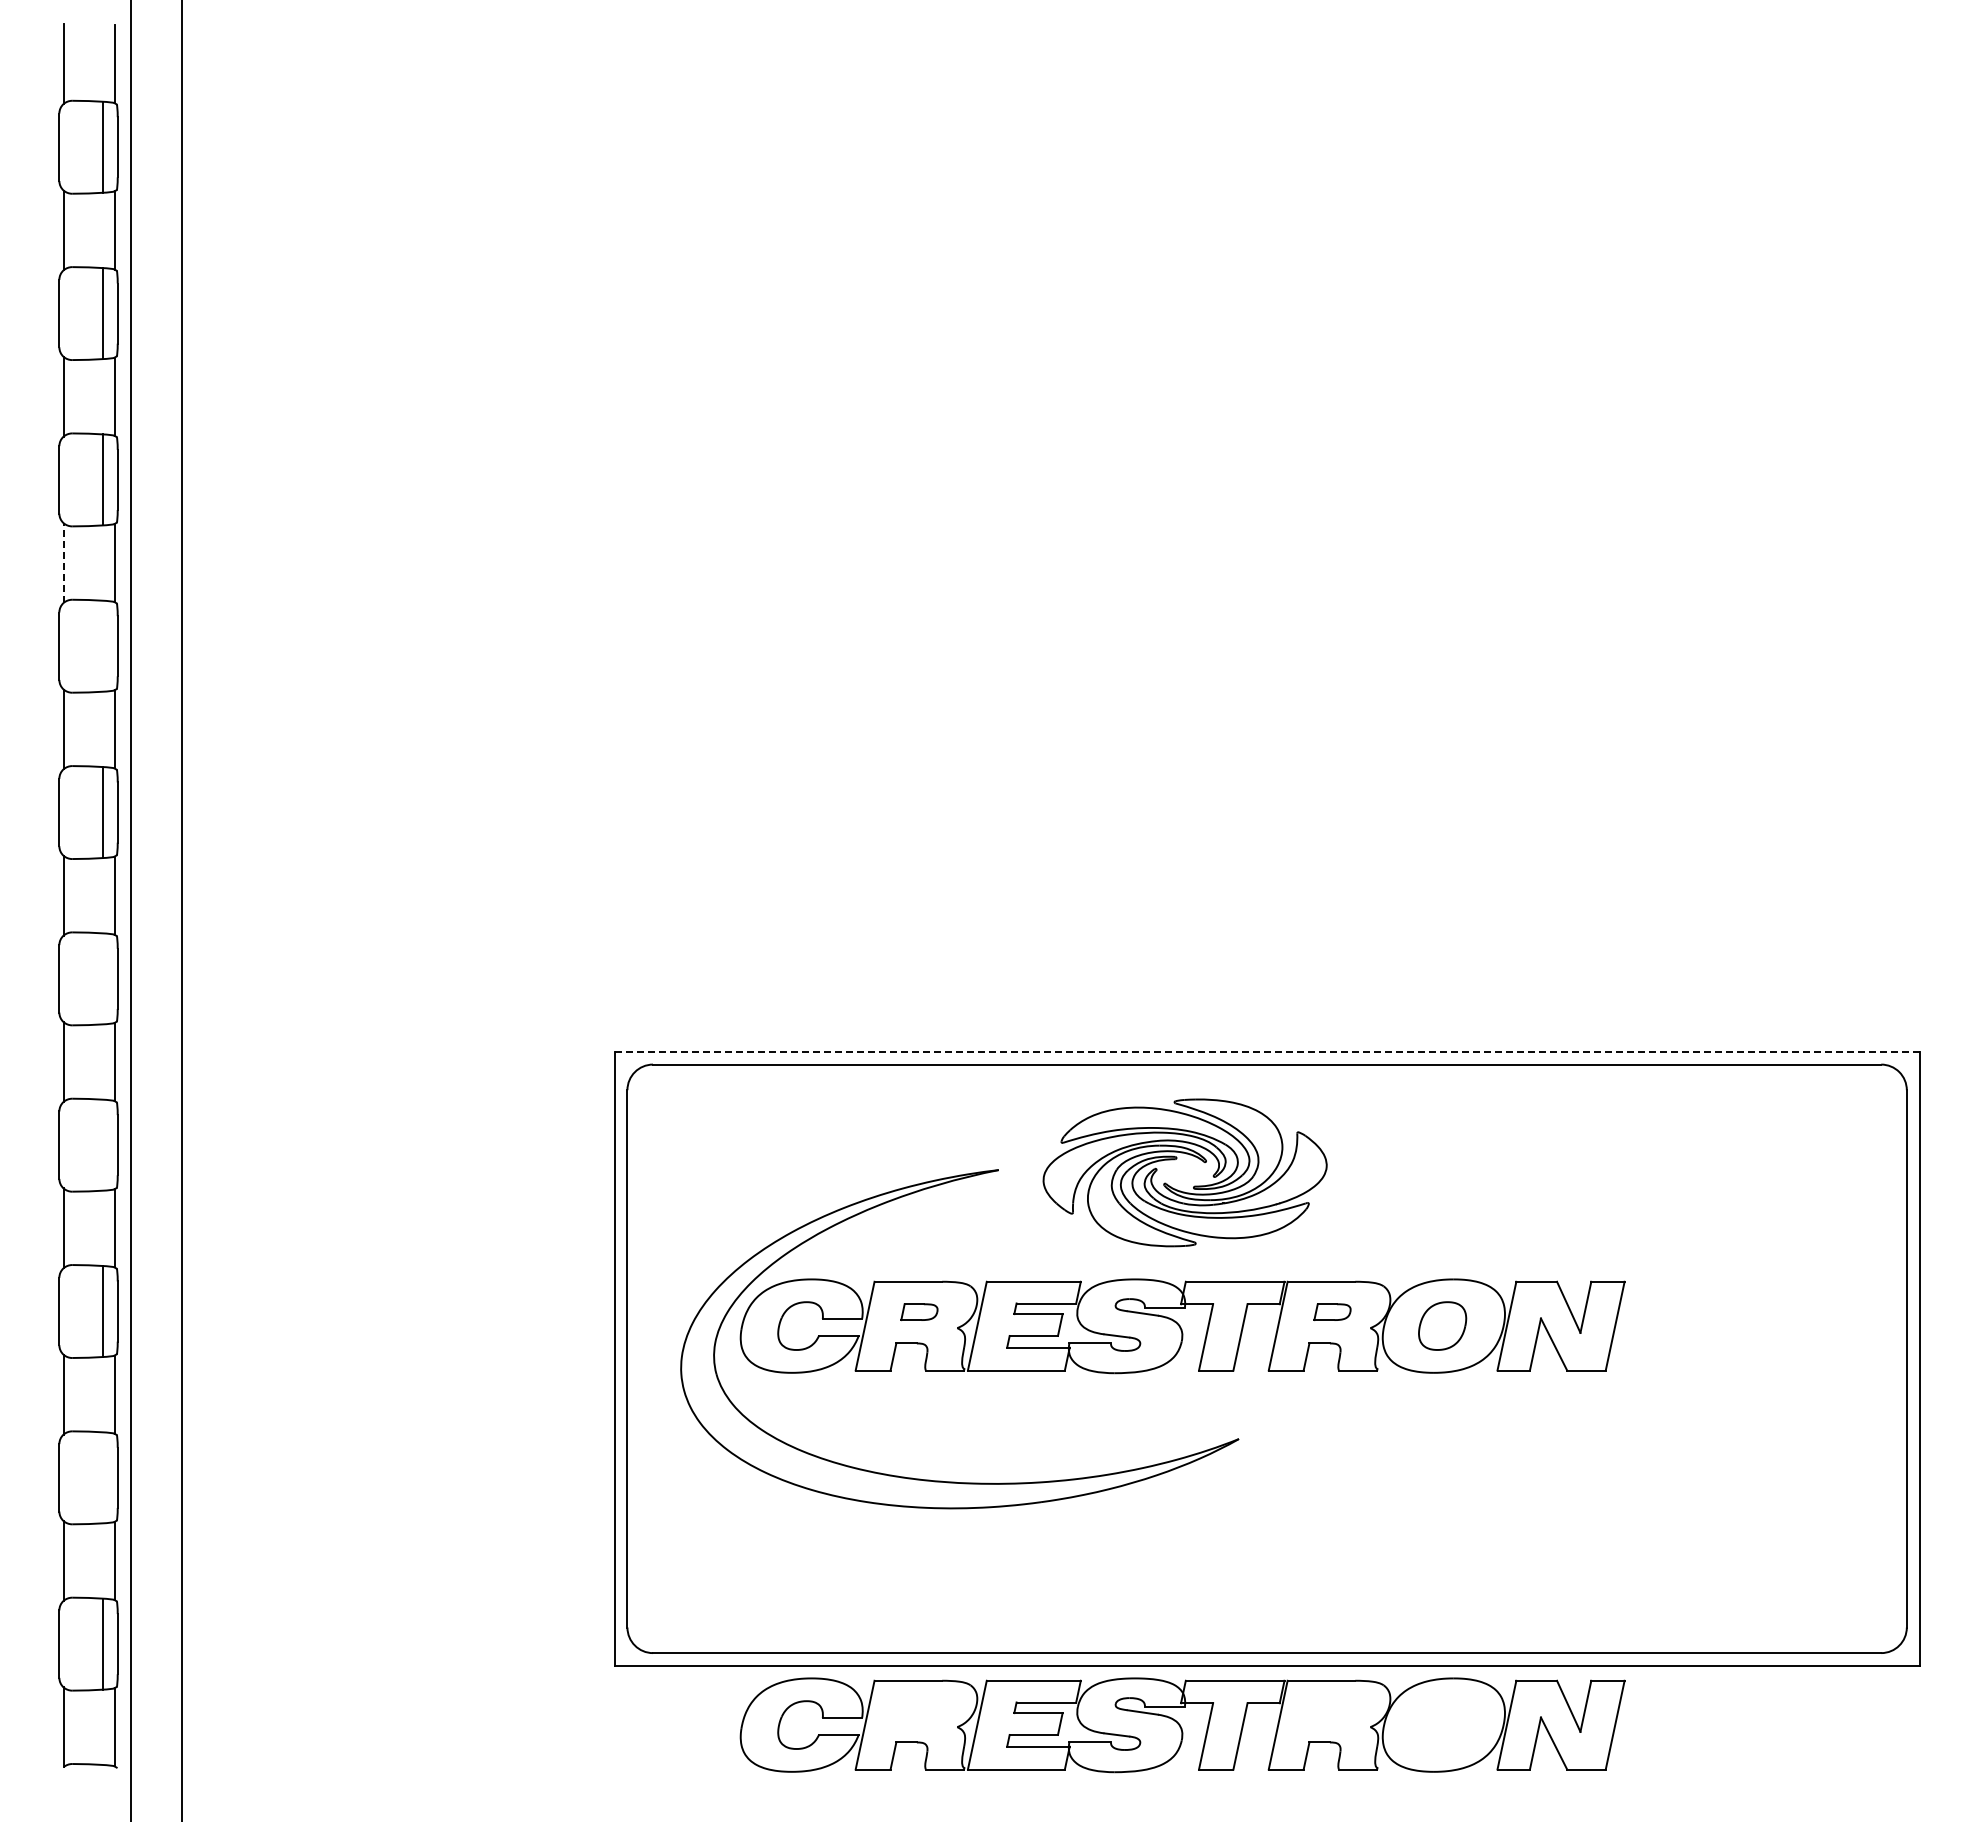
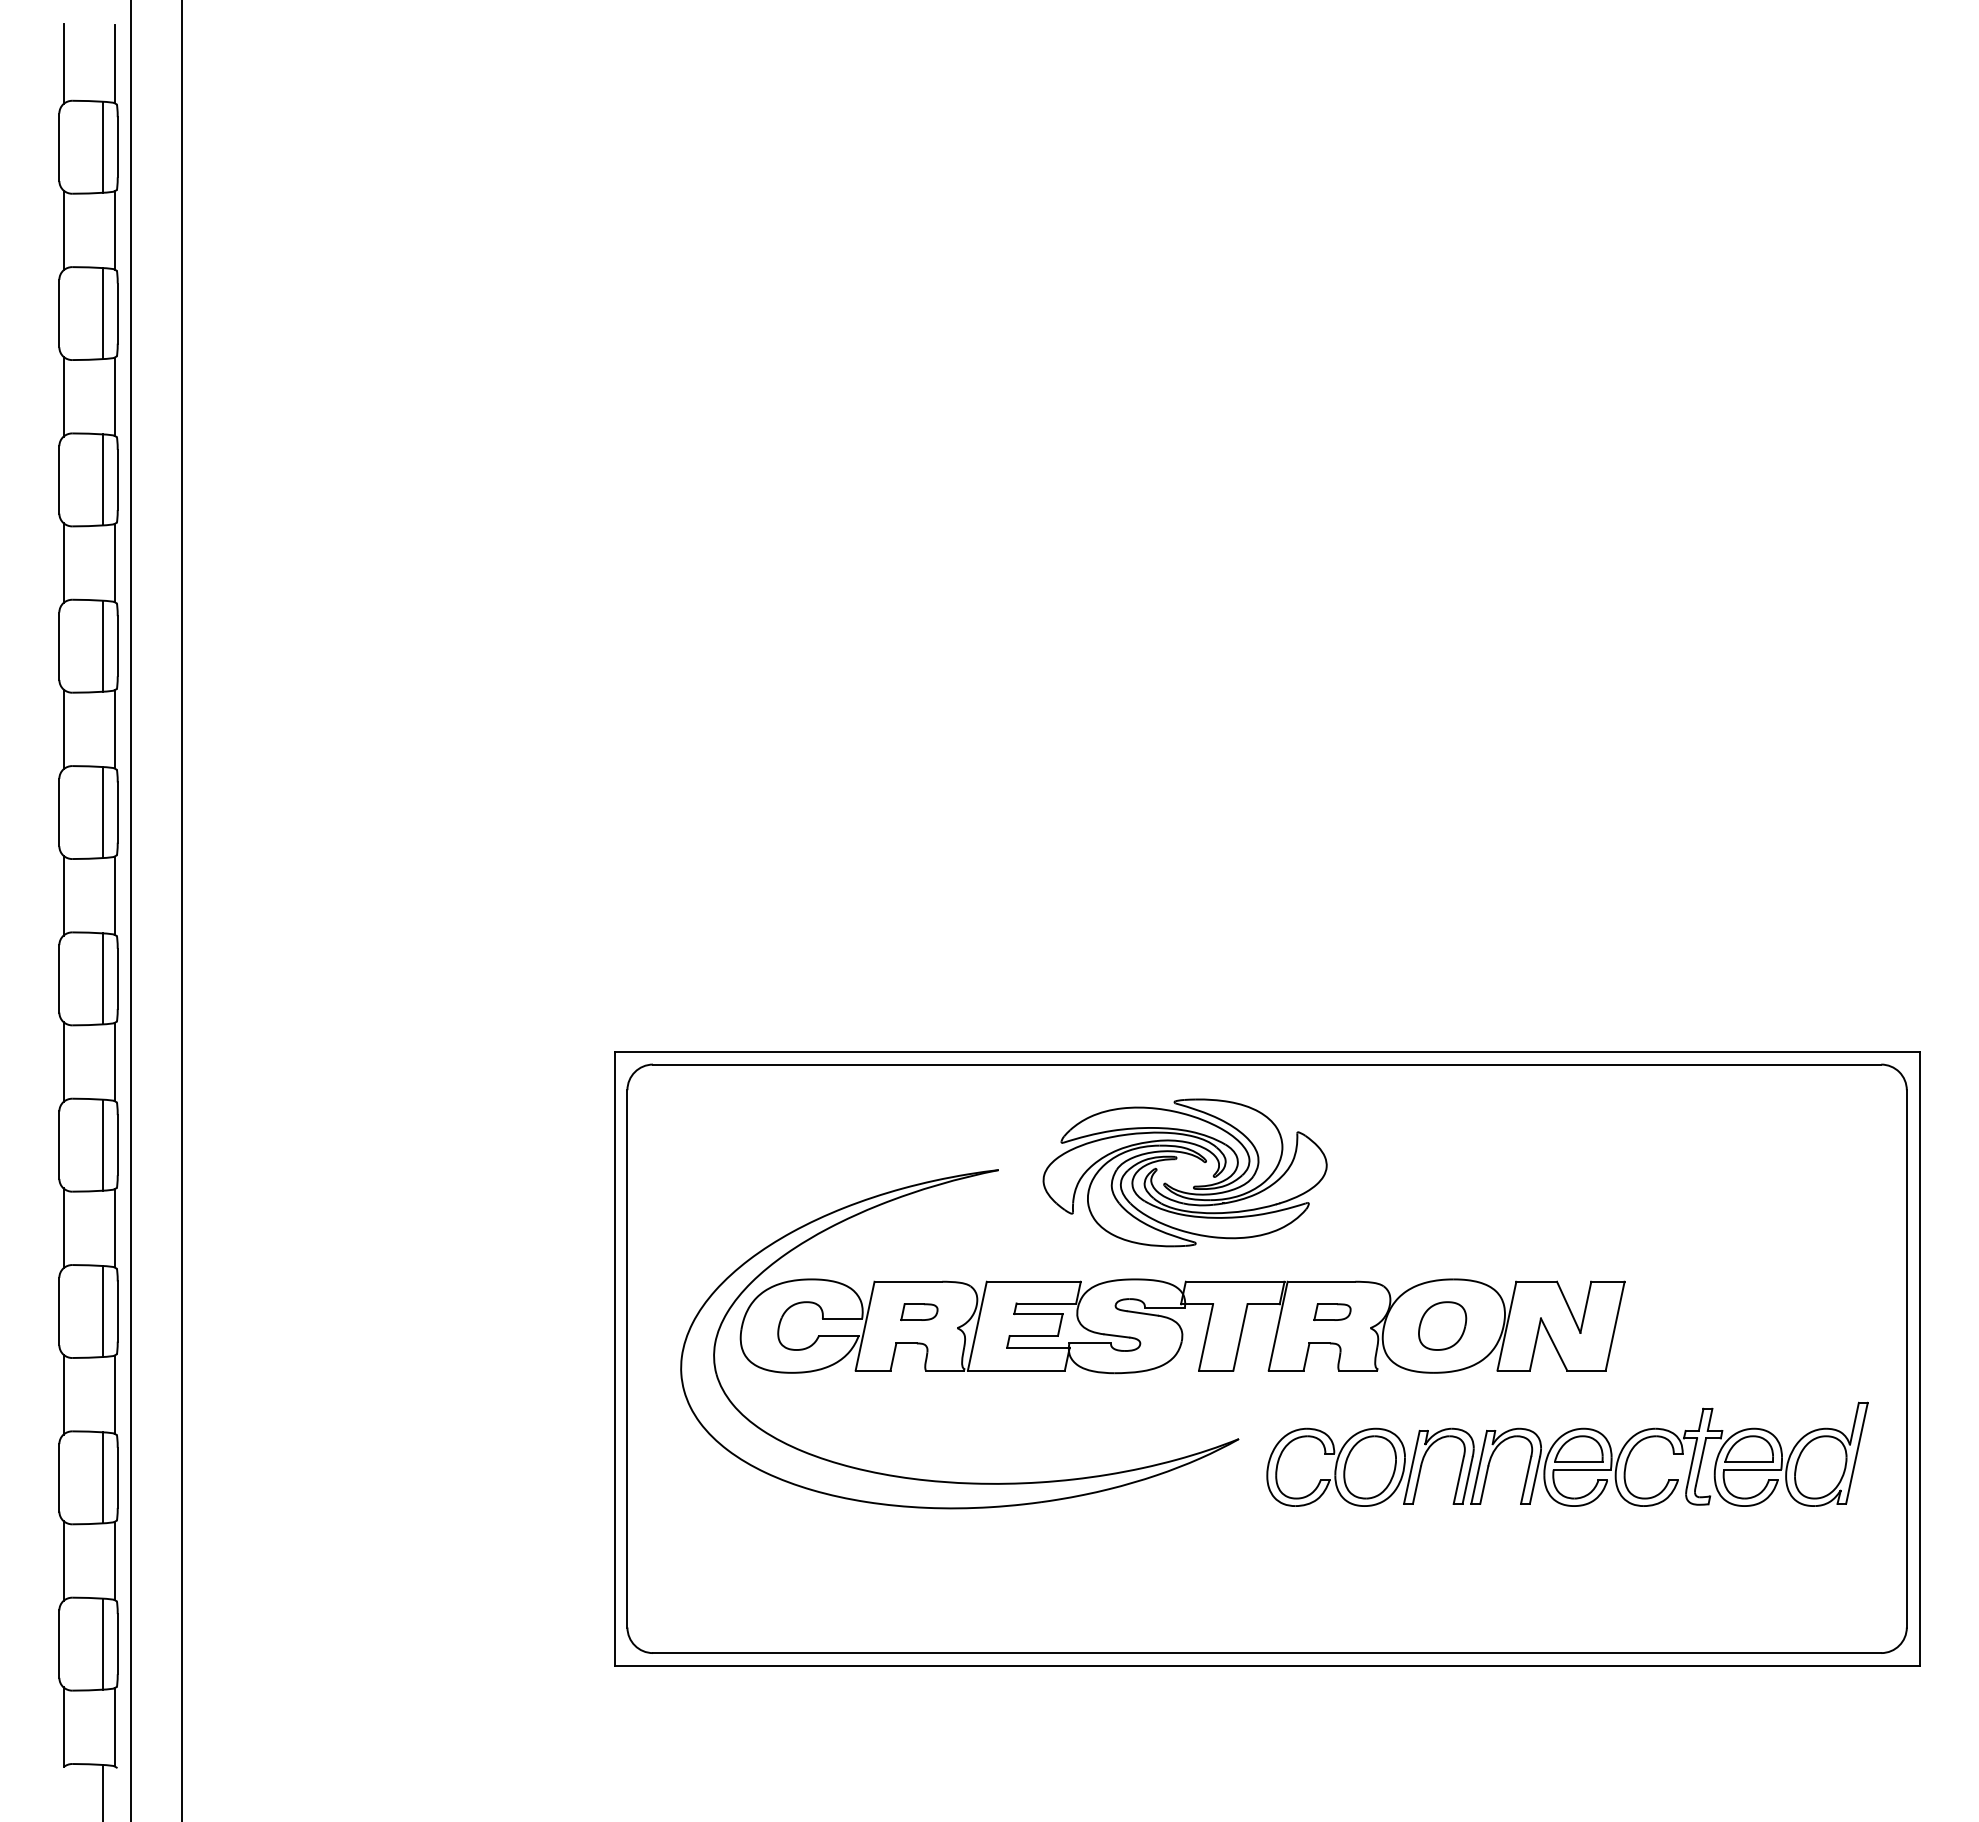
line at (63, 563): dashed -> solid
line at (103, 645): none -> present
line at (103, 978): none -> present
line at (1266, 1051): dashed -> solid
line at (103, 1144): none -> present
part at (1567, 1453): none -> present
line at (103, 1477): none -> present
part at (1182, 1725): present -> none
line at (103, 1791): none -> present
